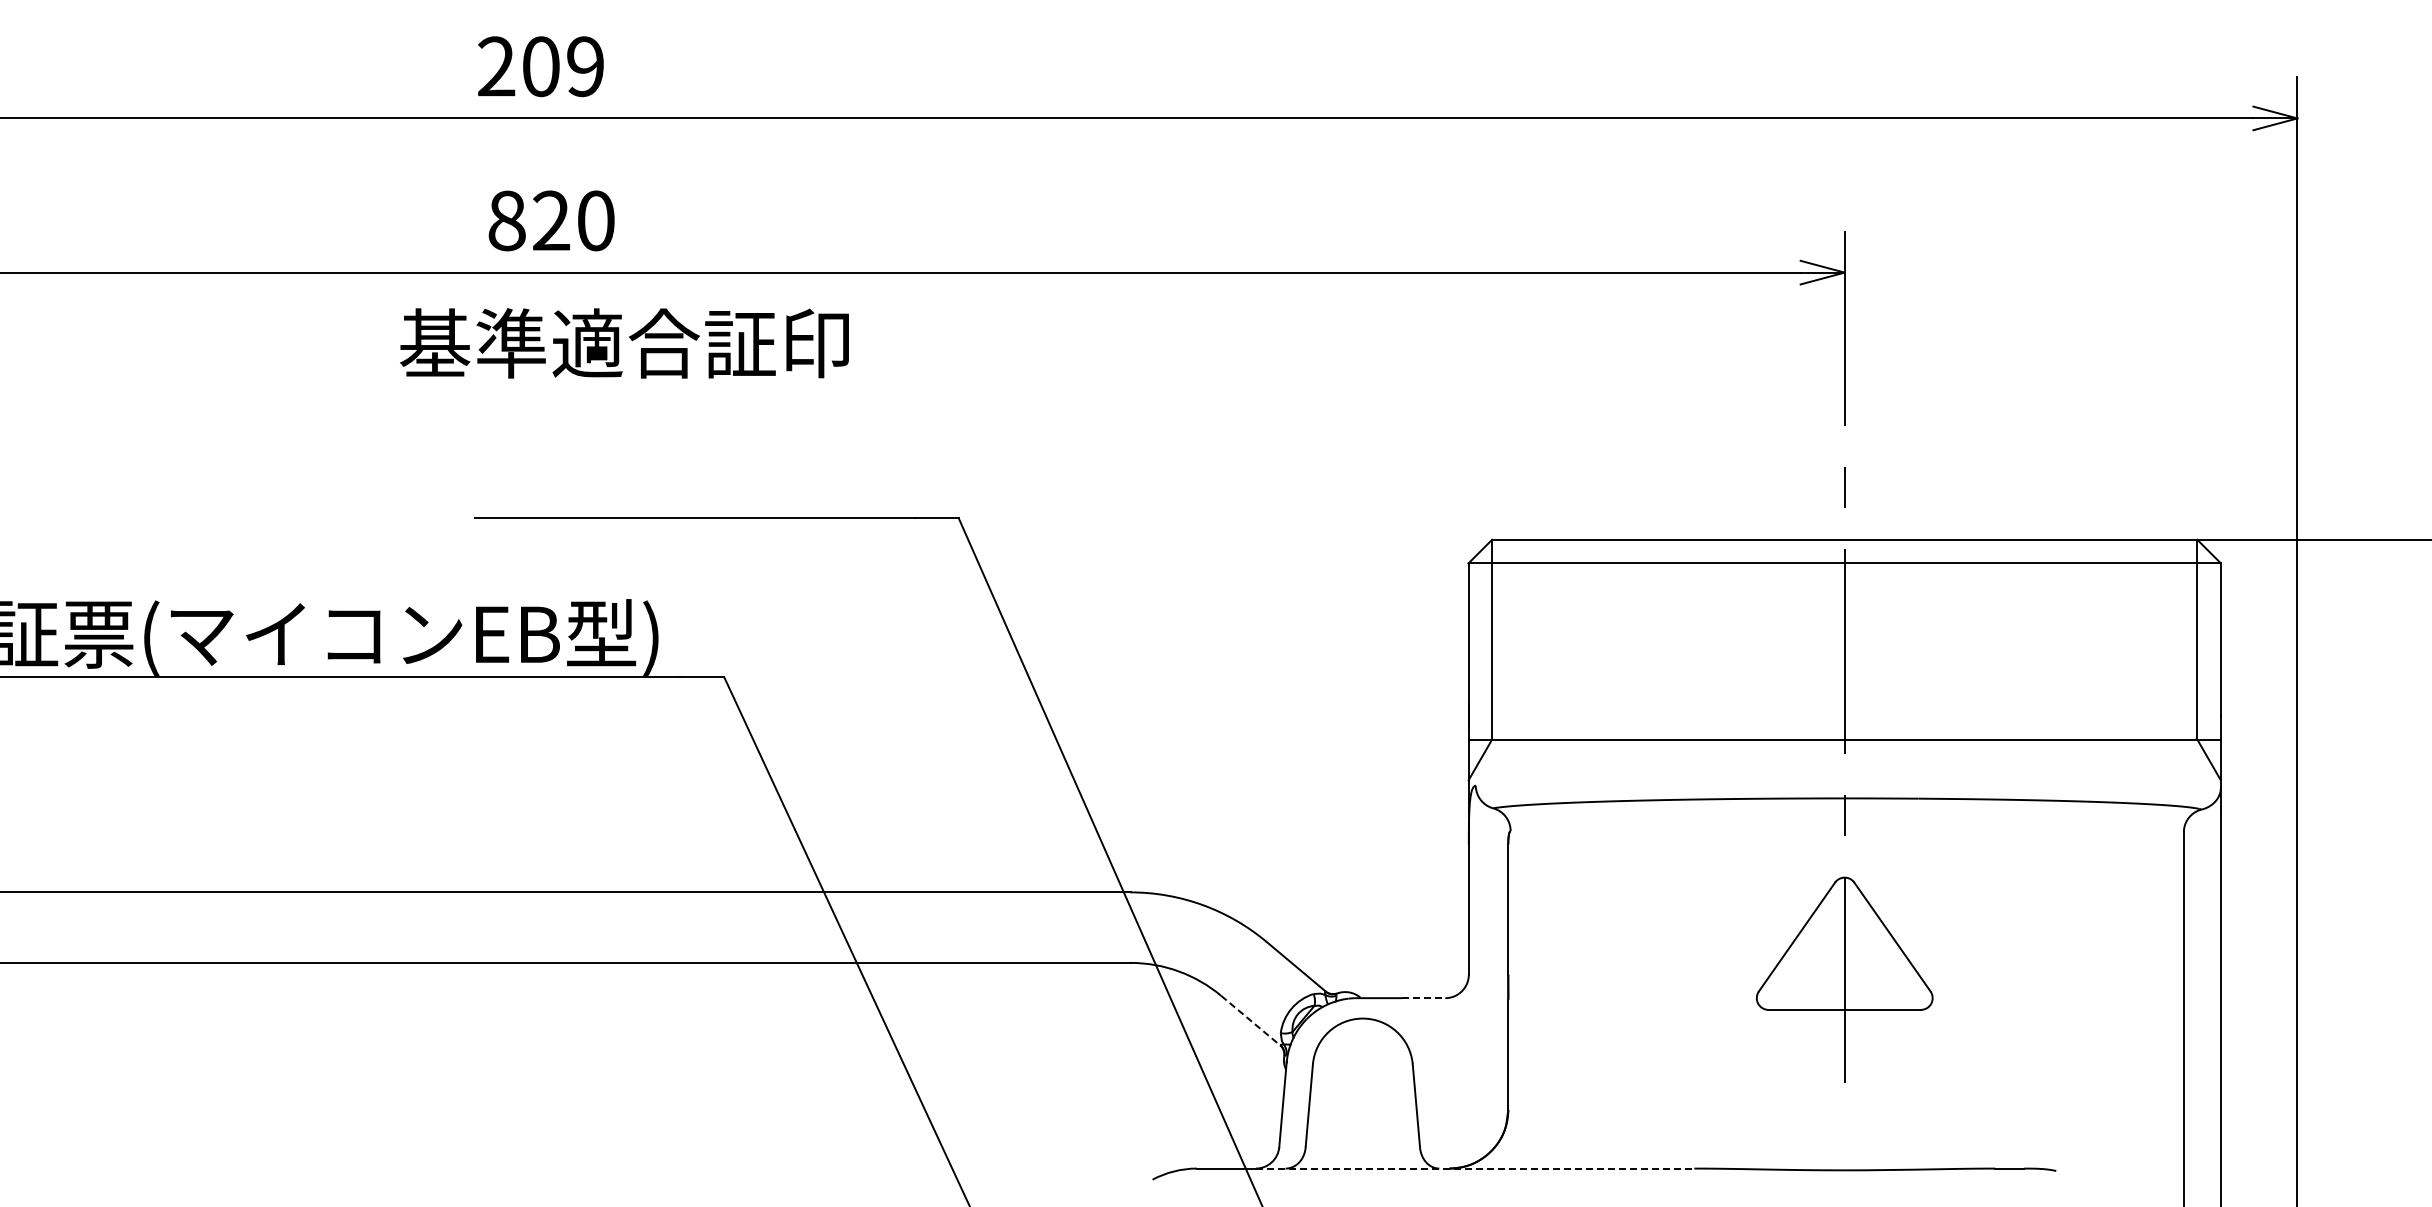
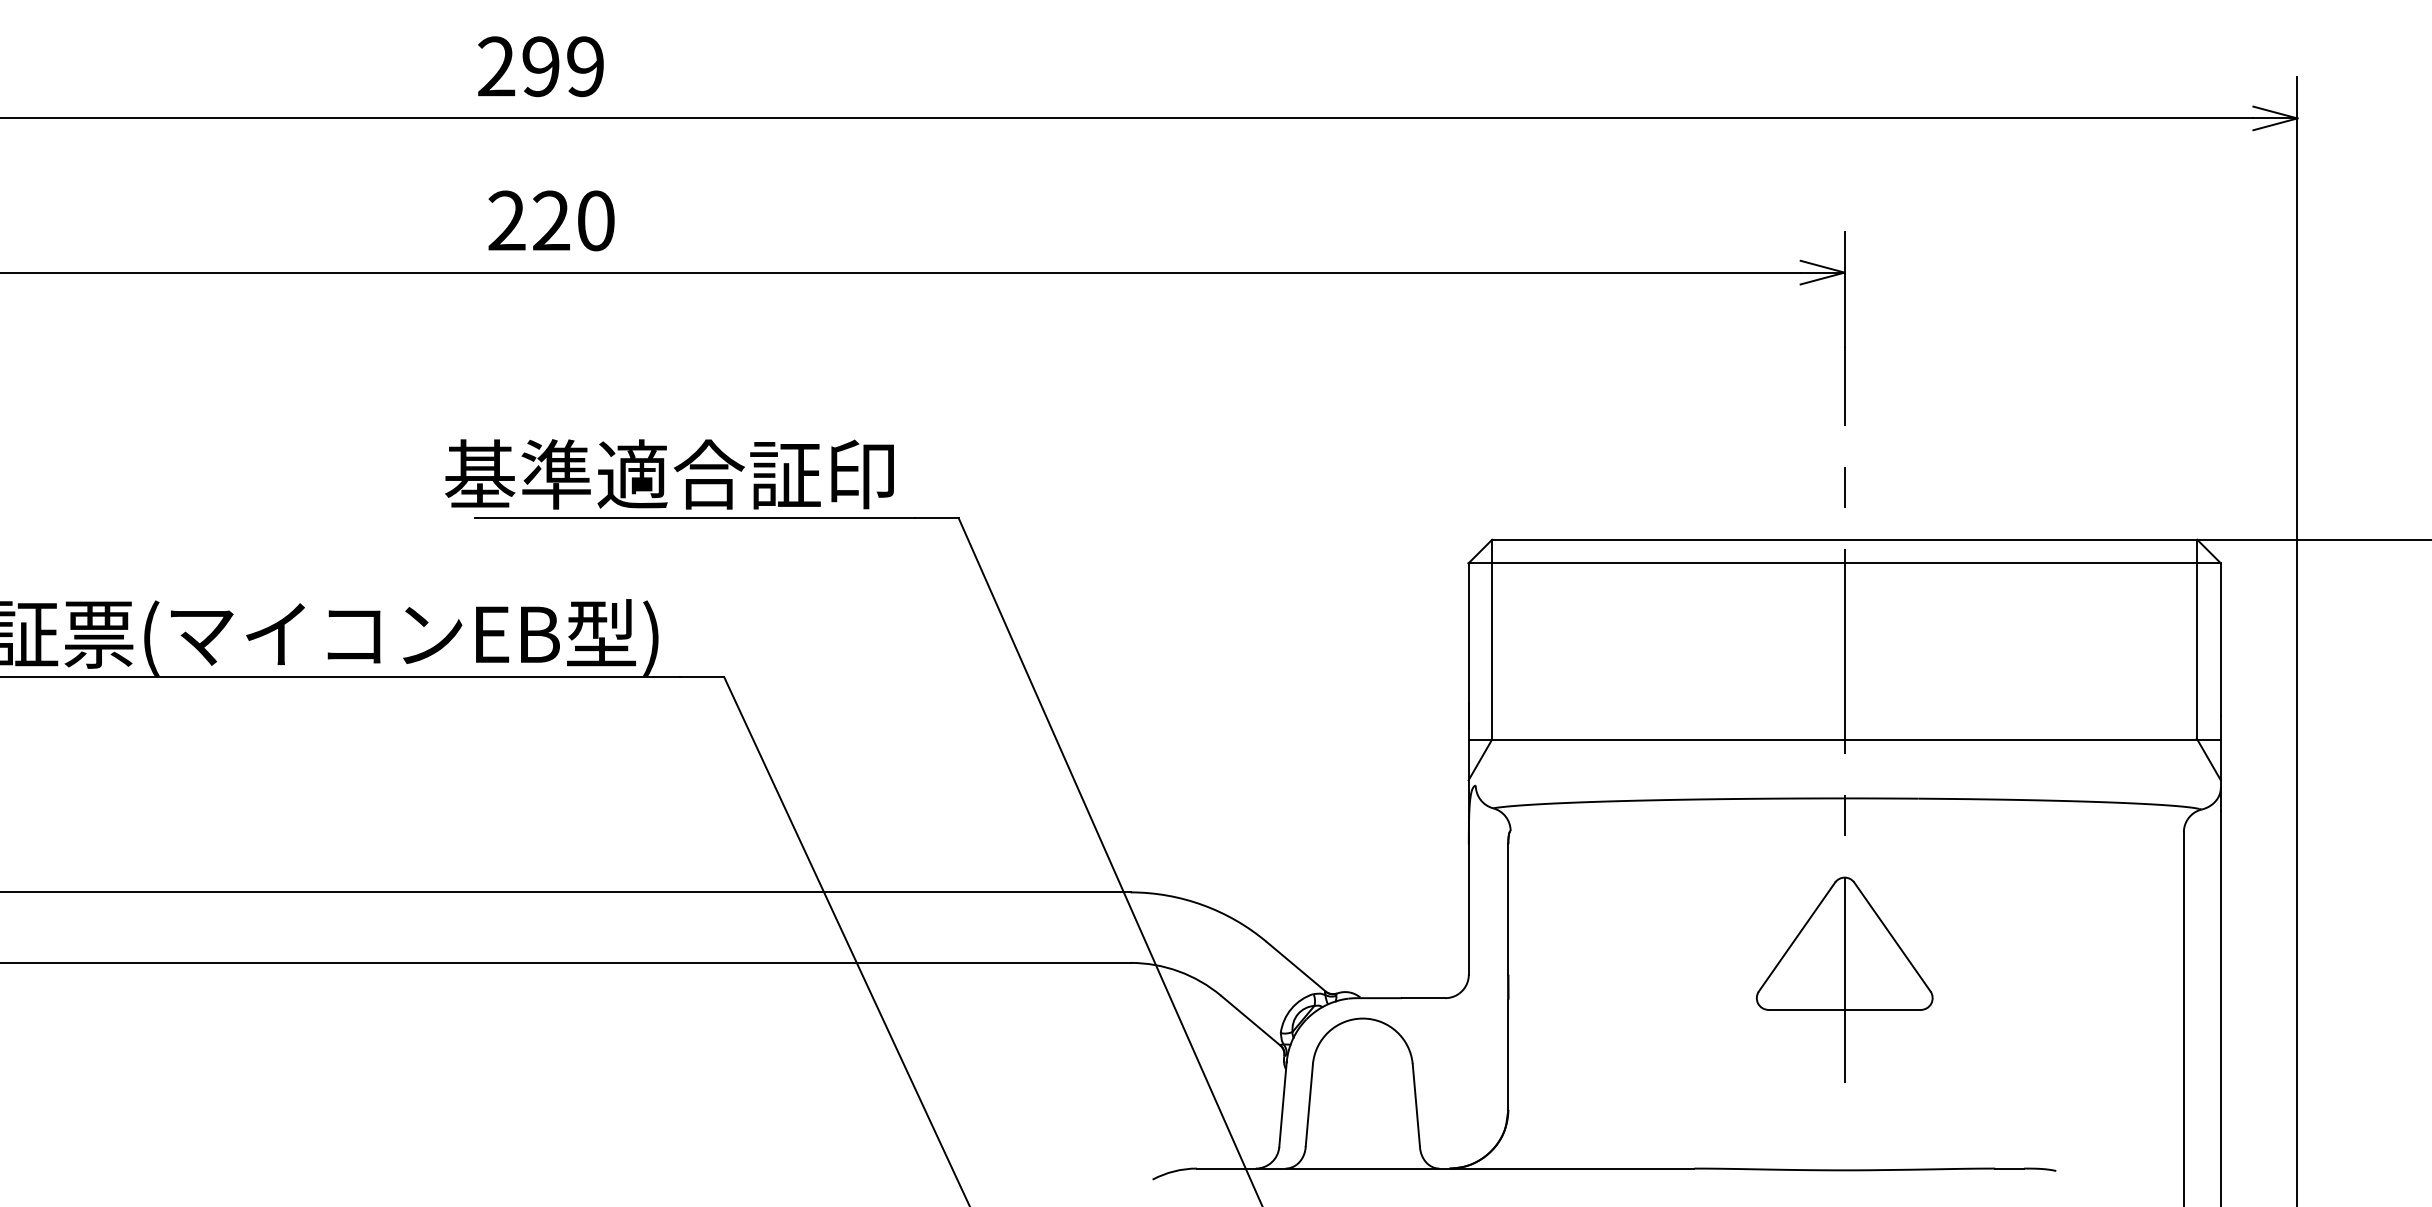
text at (540, 66): 209 -> 299
text at (506, 220): 820 -> 220
text at (624, 343) position: (624, 343) -> (669, 474)
line at (1423, 998): dashed -> solid
line at (1251, 1020): dashed -> solid
line at (1475, 1168): dashed -> solid
